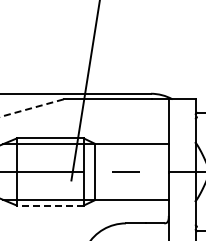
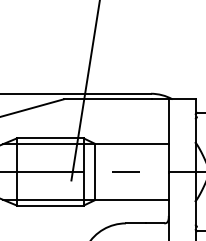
line at (32, 108): dashed -> solid
line at (50, 205): dashed -> solid
